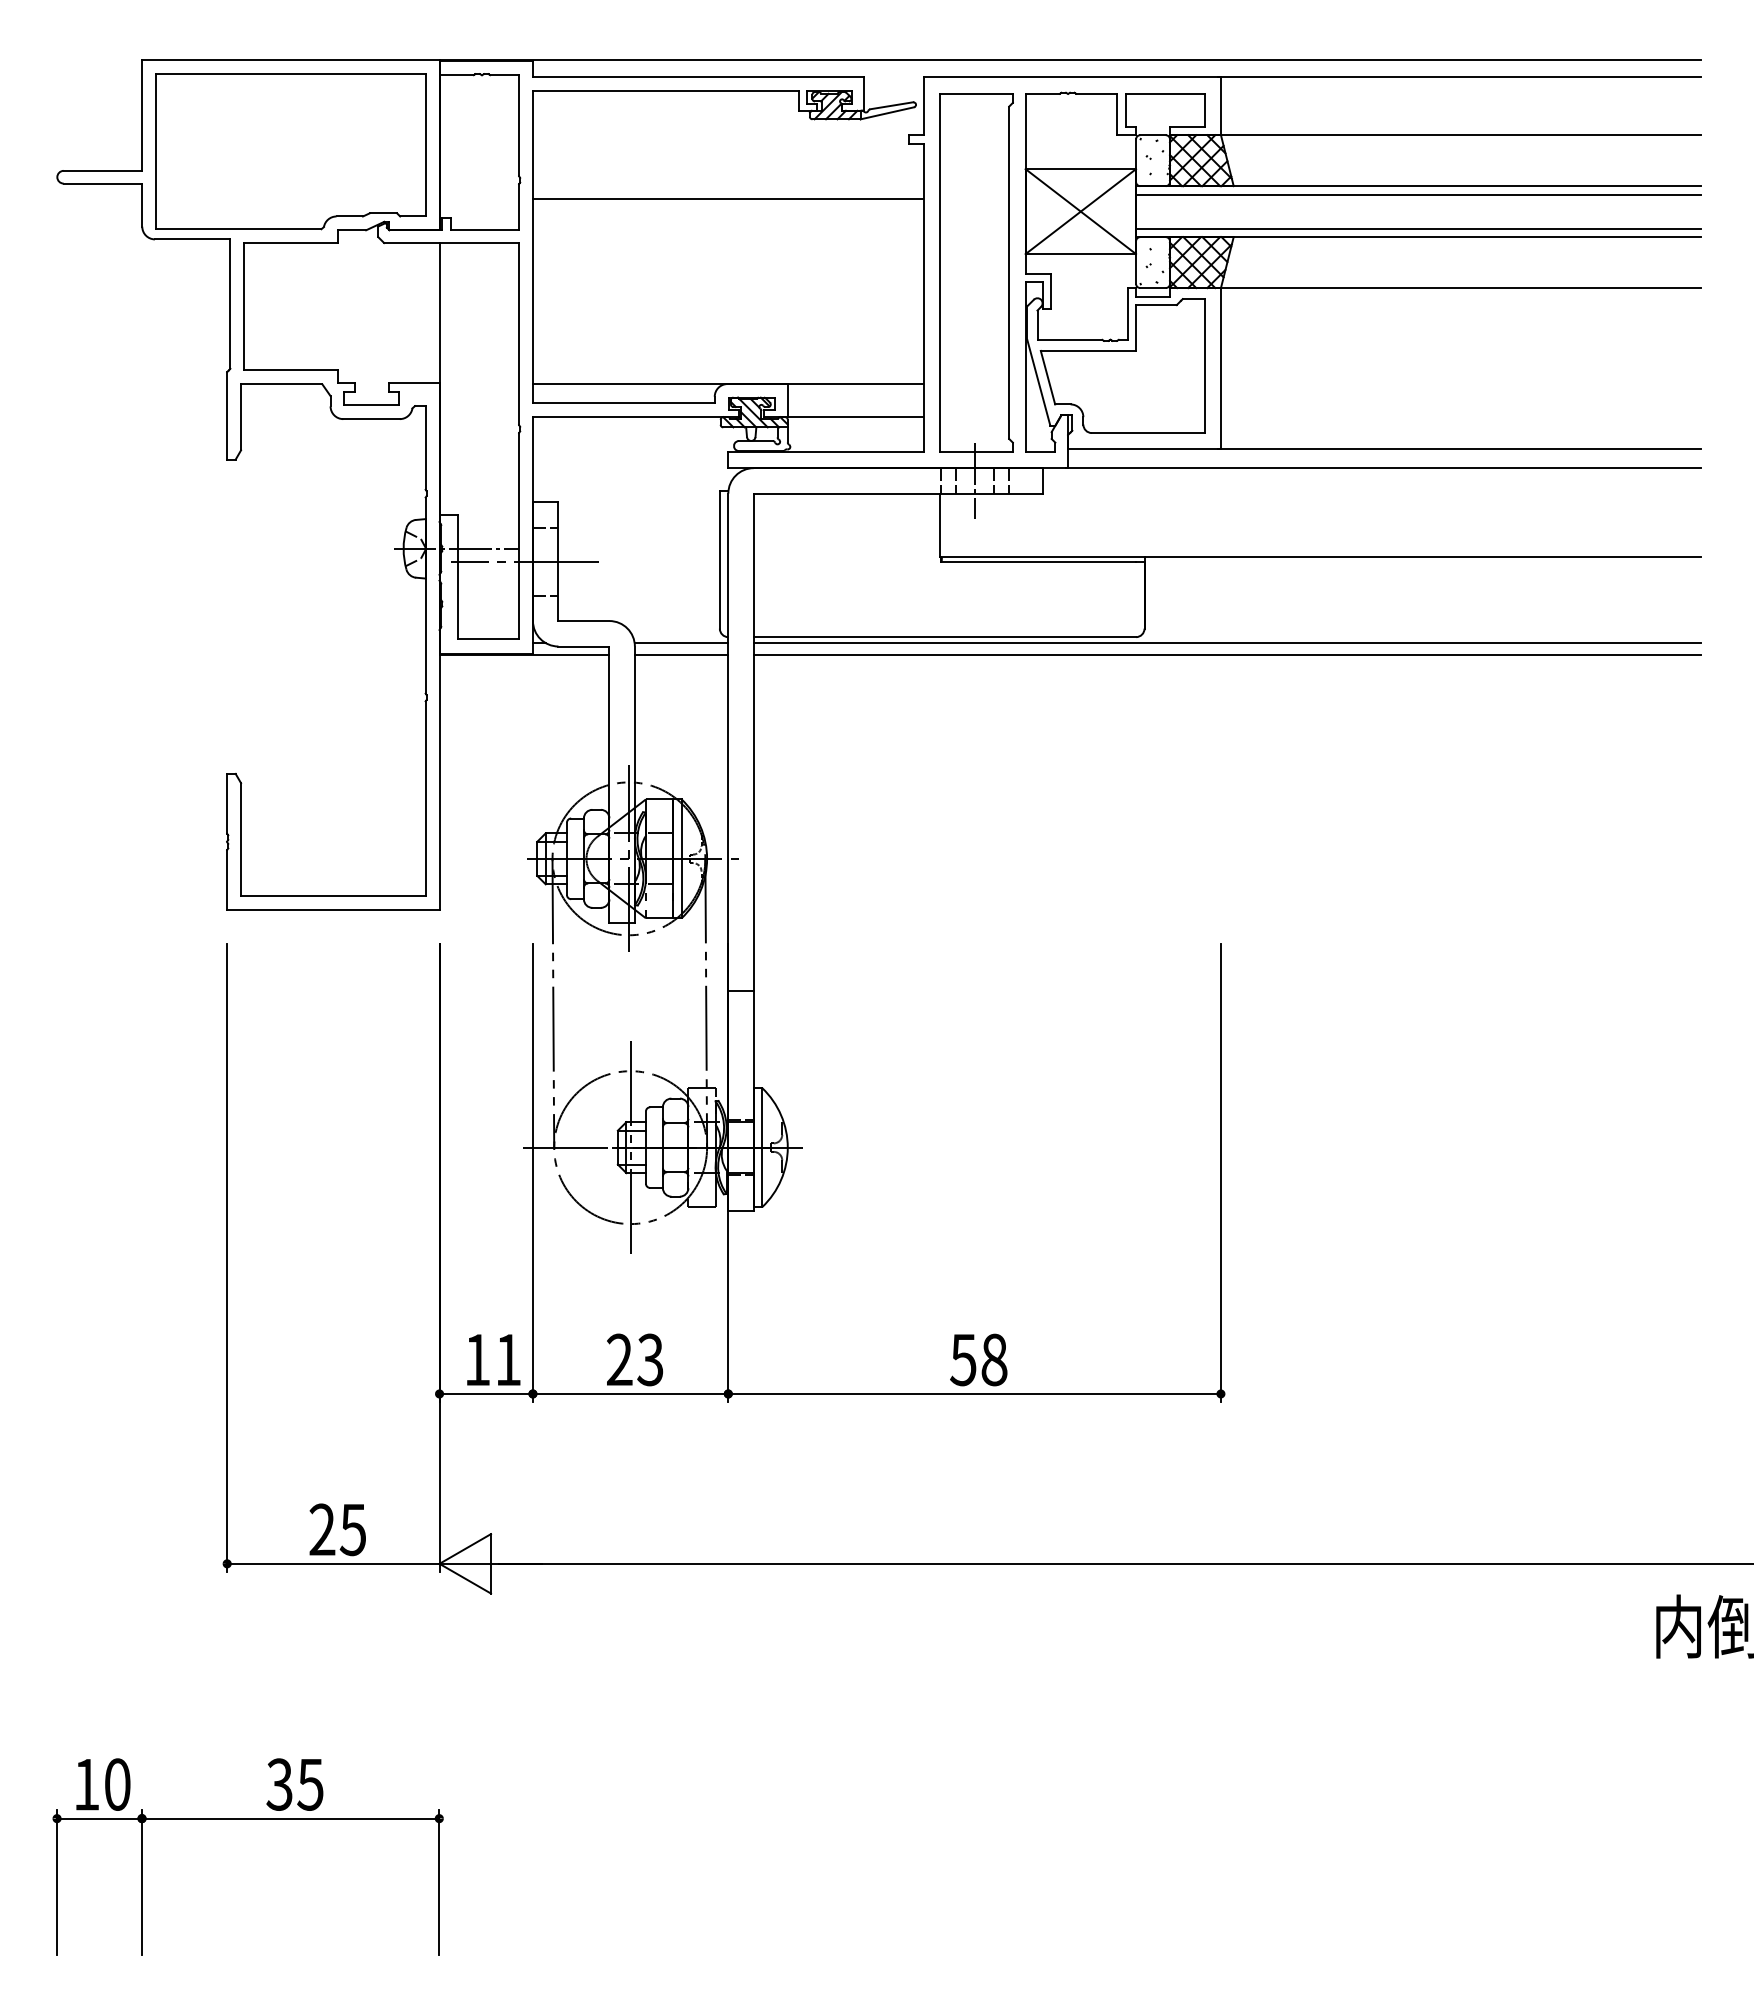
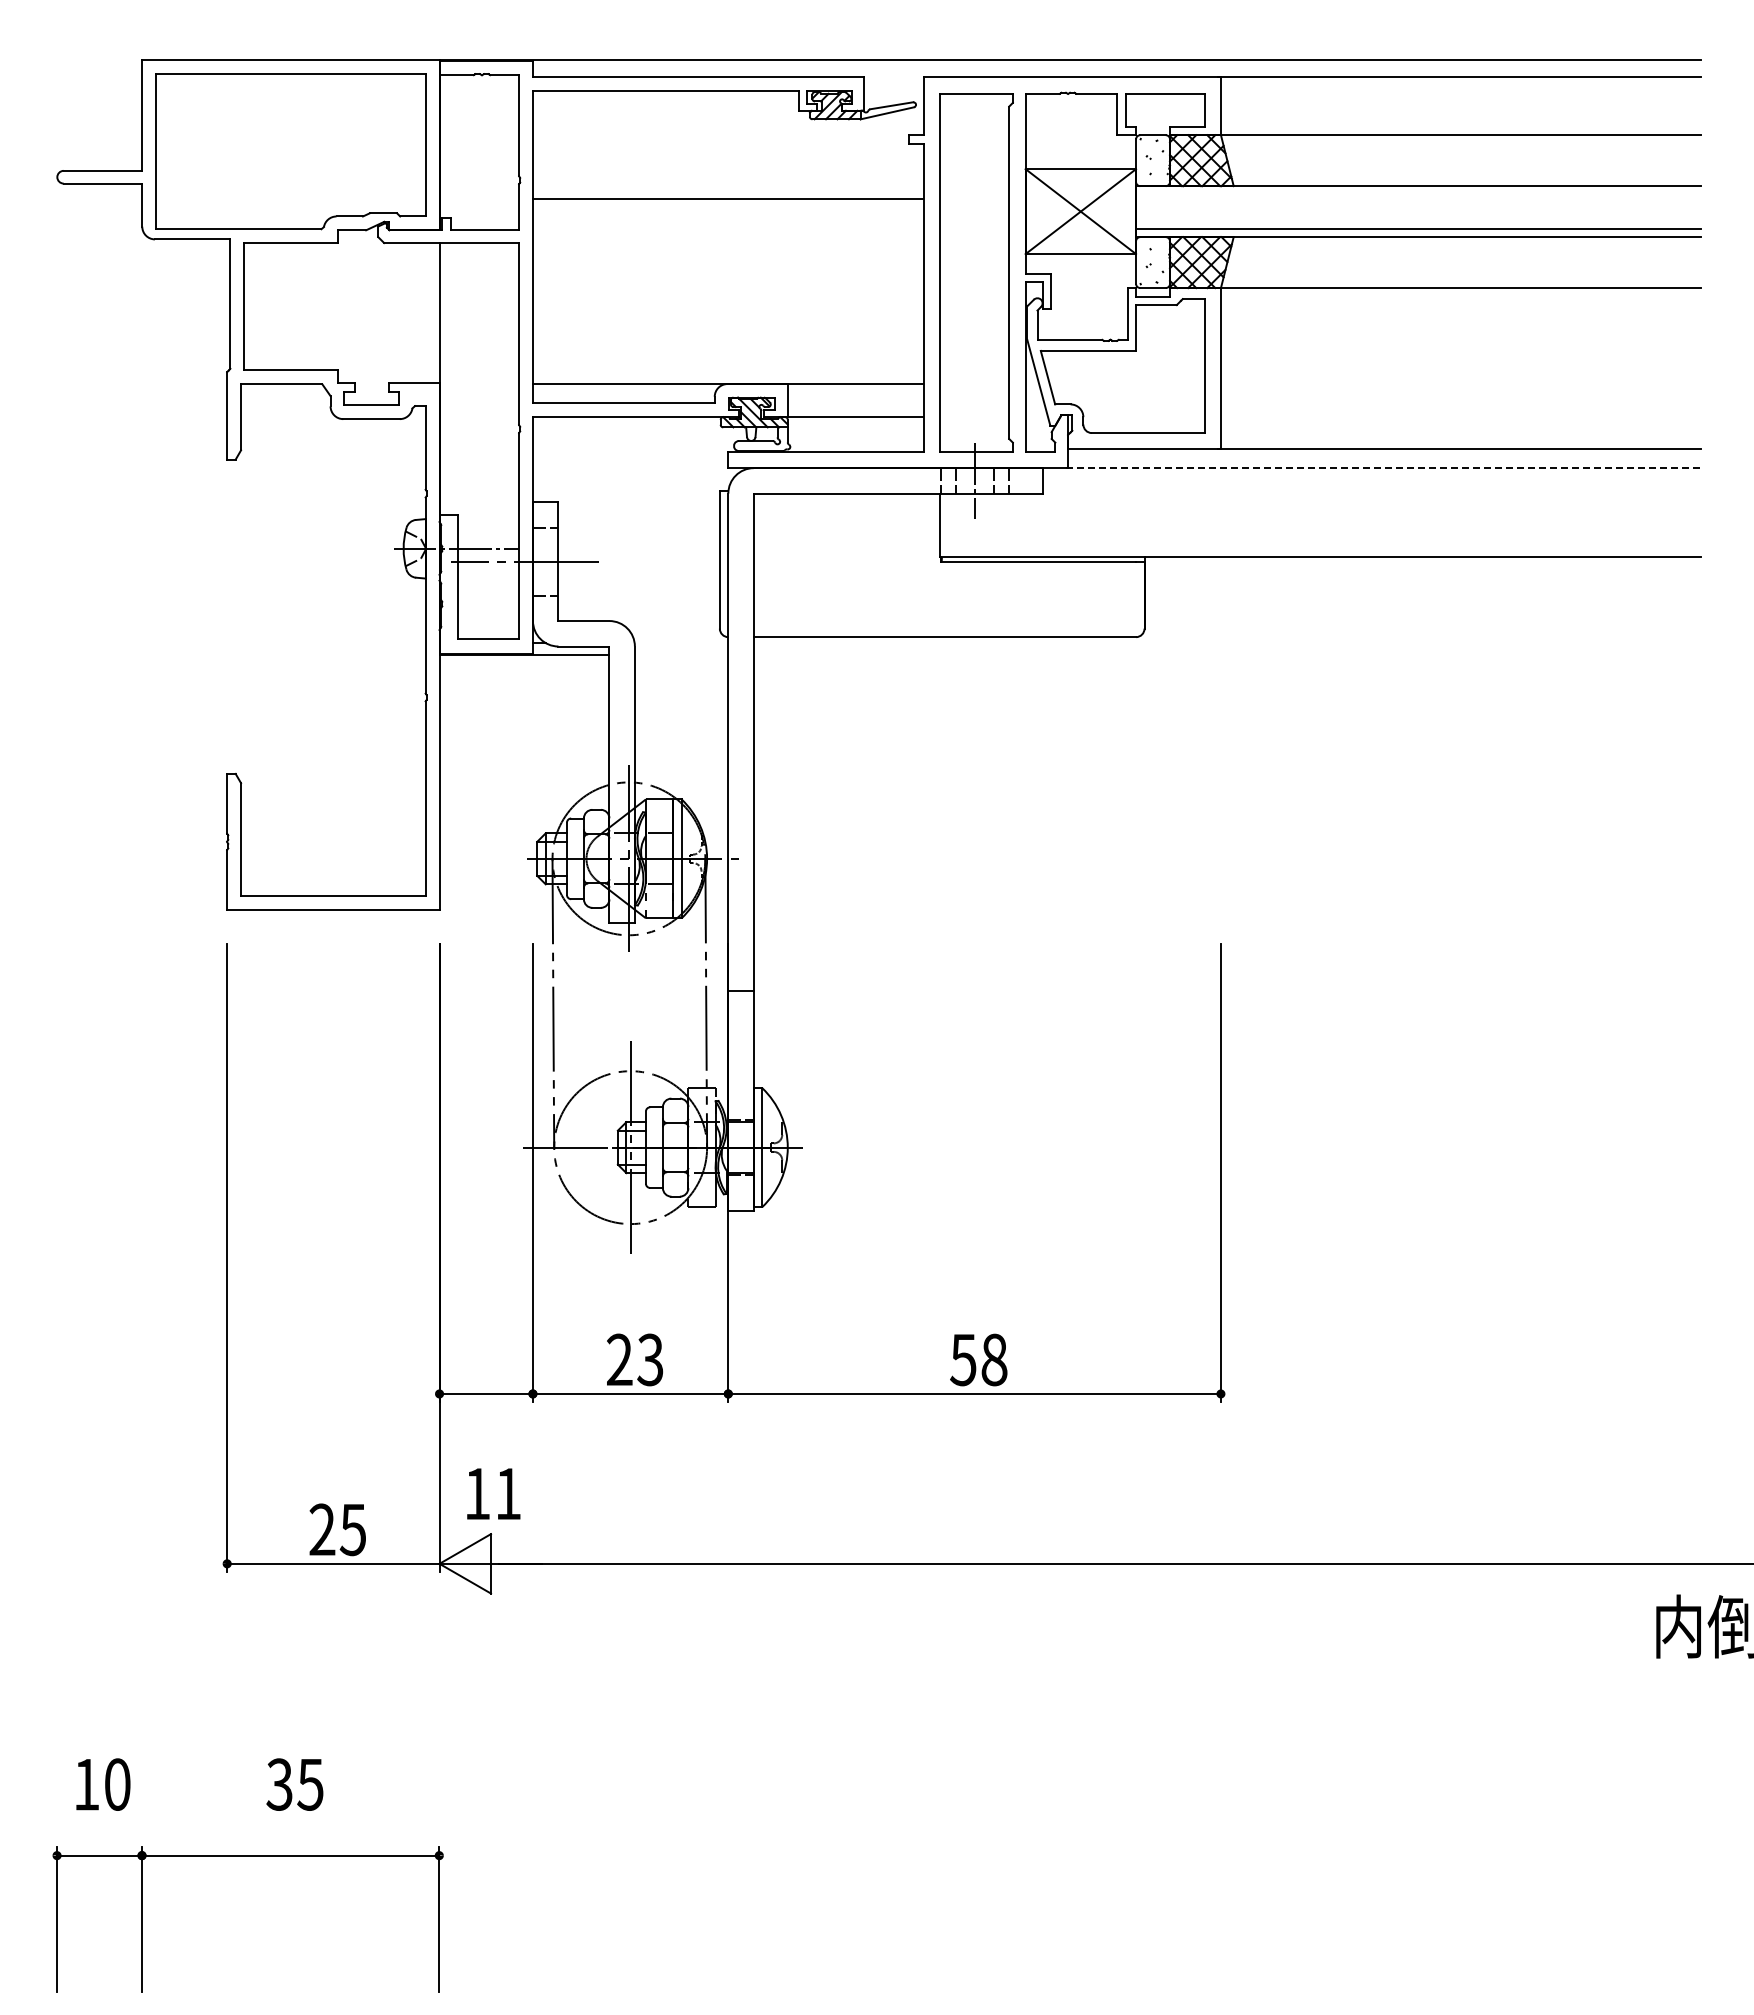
line at (1418, 194): present -> none
line at (1383, 468): solid -> dashed
line at (681, 643): present -> none
line at (1226, 643): present -> none
line at (681, 655): present -> none
line at (1226, 655): present -> none
text at (493, 1359) position: (493, 1359) -> (493, 1493)
part at (247, 1819) position: (247, 1819) -> (247, 1856)
